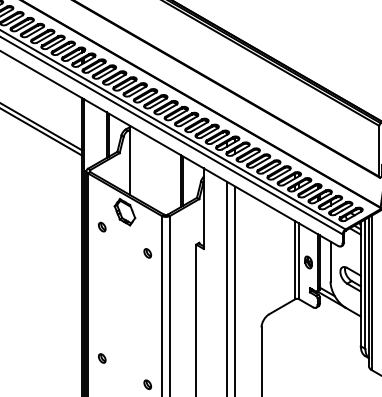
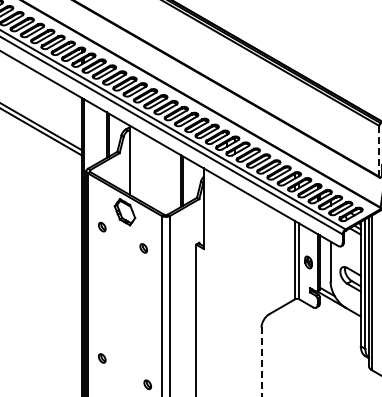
line at (379, 150): solid -> dashed
part at (147, 253) position: (147, 253) -> (143, 248)
line at (227, 287): present -> none
line at (235, 289): present -> none
line at (261, 362): solid -> dashed
